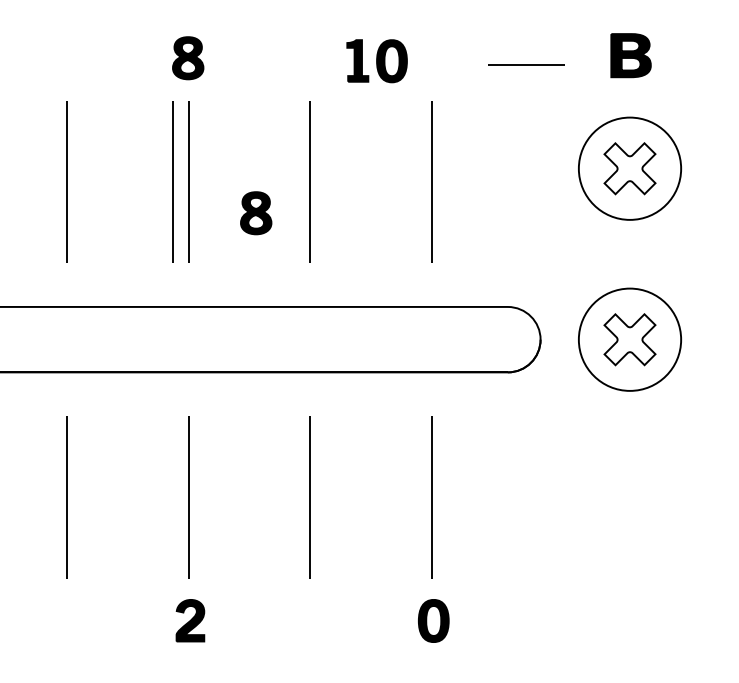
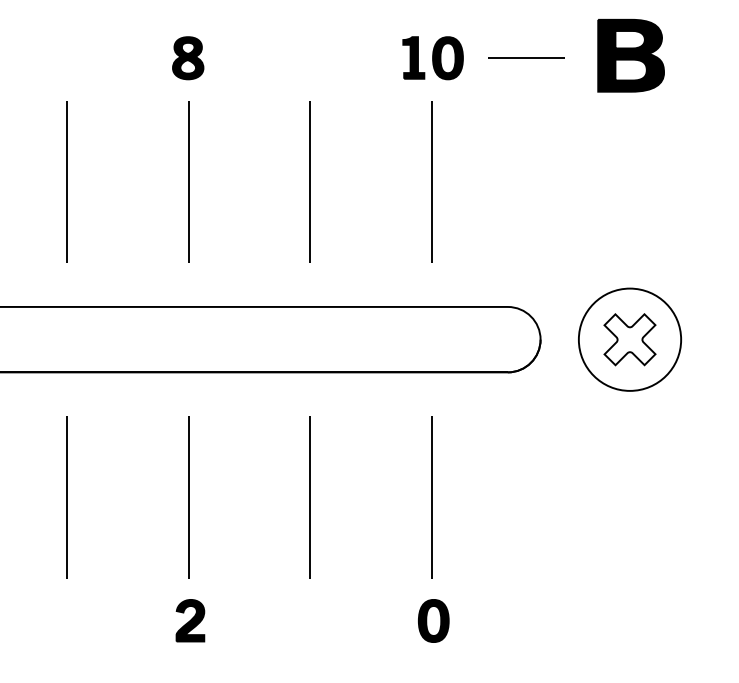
part at (630, 55) size: 42x46 px -> 68x75 px
part at (376, 61) position: (376, 61) -> (432, 58)
line at (526, 64) position: (526, 64) -> (526, 57)
part at (630, 168): present -> none
line at (172, 181): present -> none
part at (256, 213): present -> none
